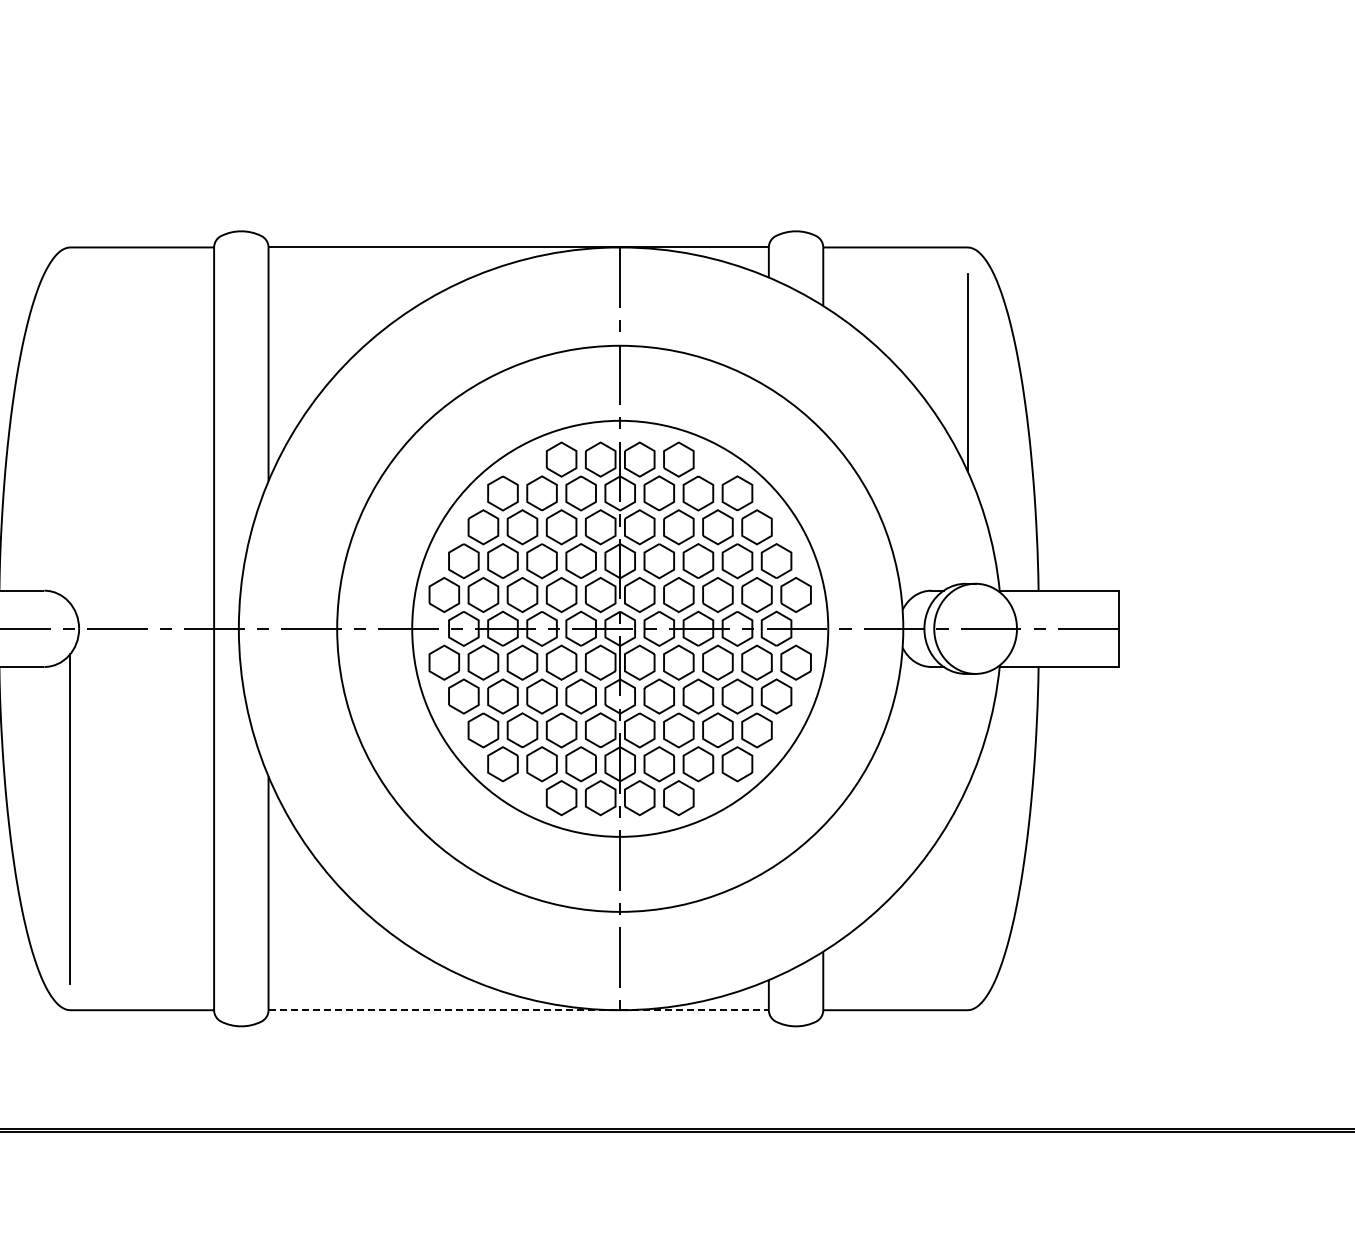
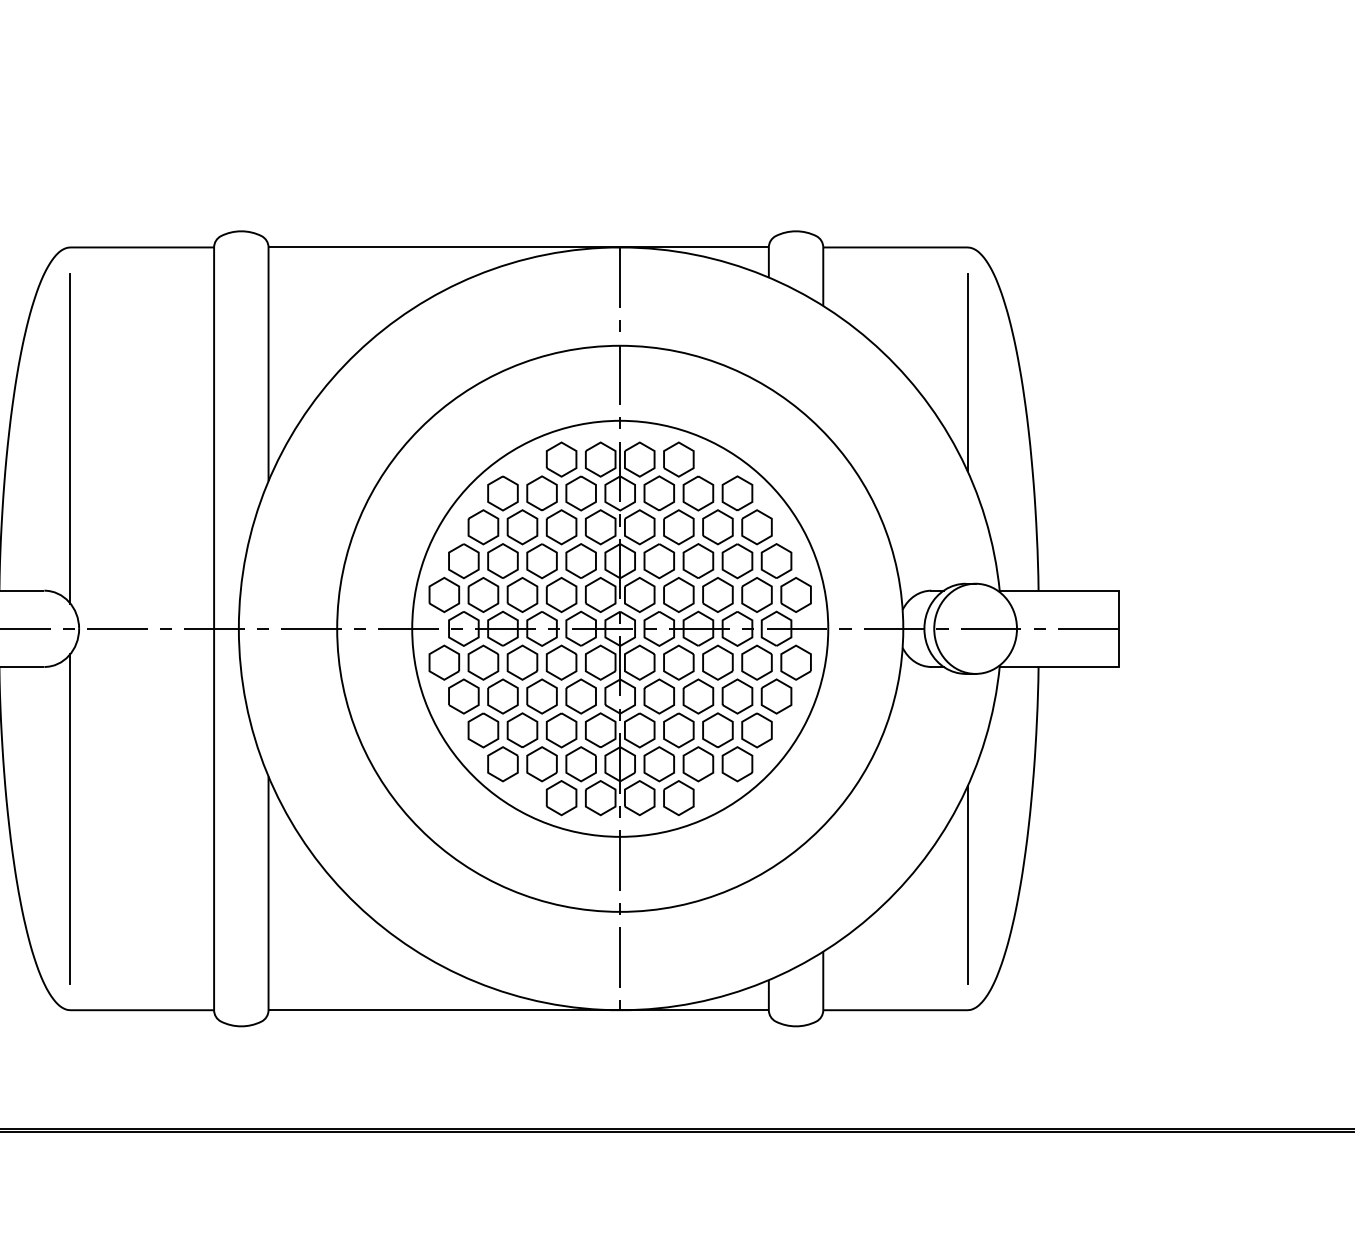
line at (70, 438): none -> present
line at (967, 884): none -> present
line at (519, 1010): dashed -> solid
